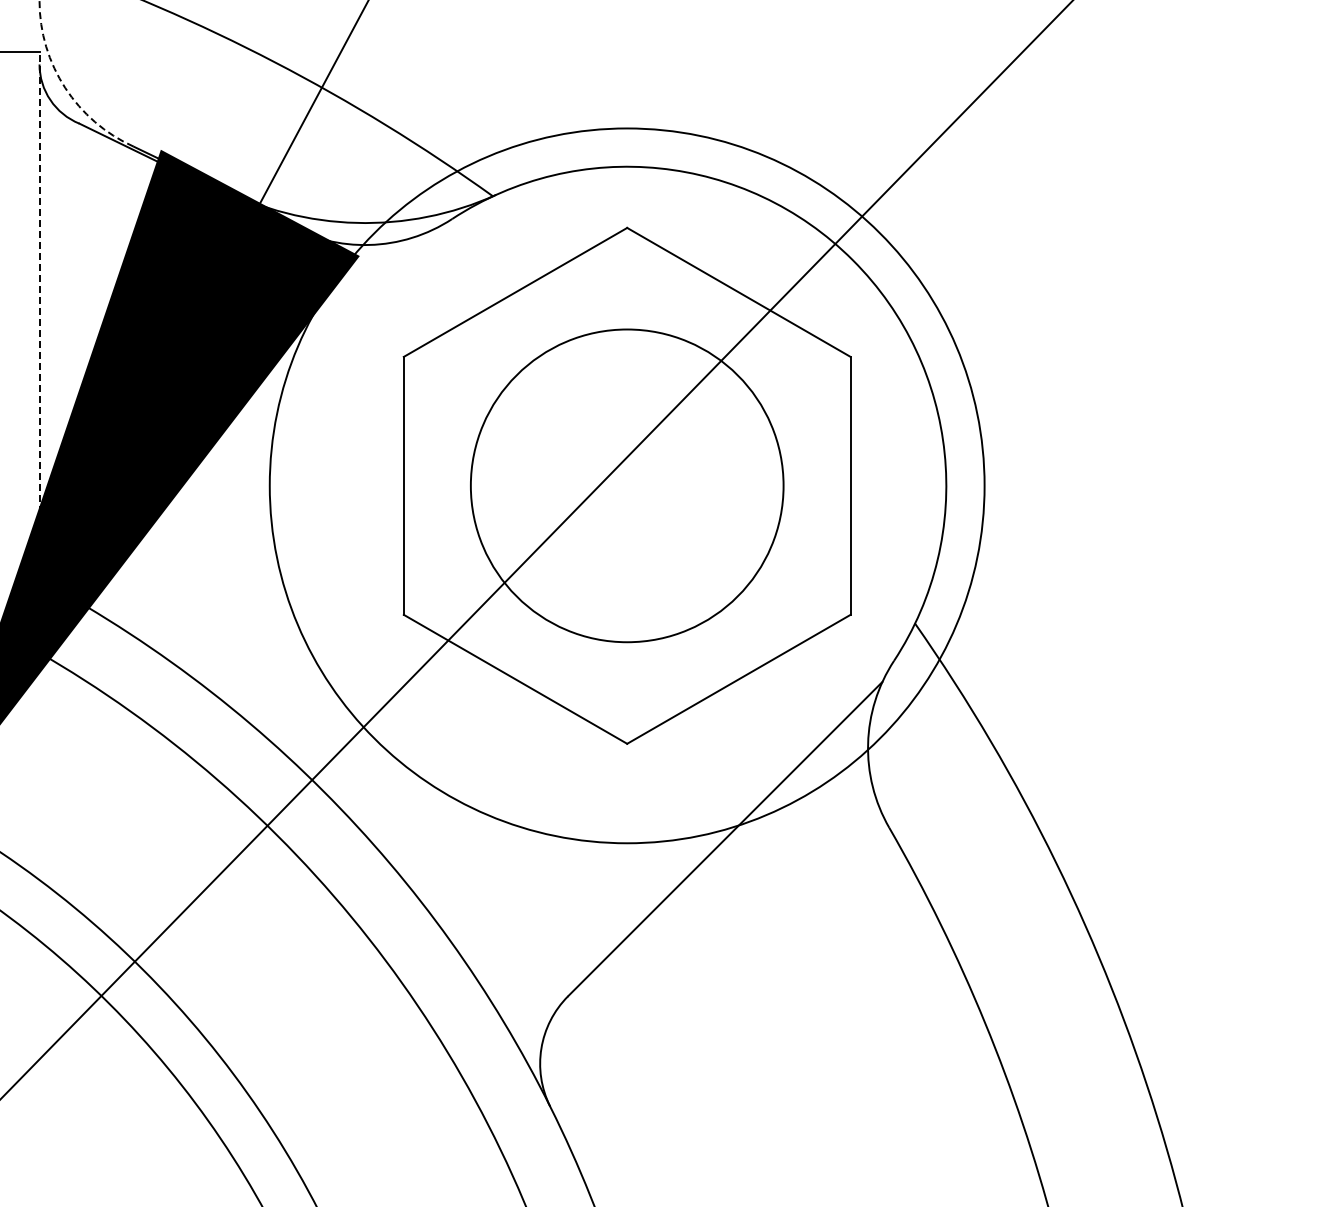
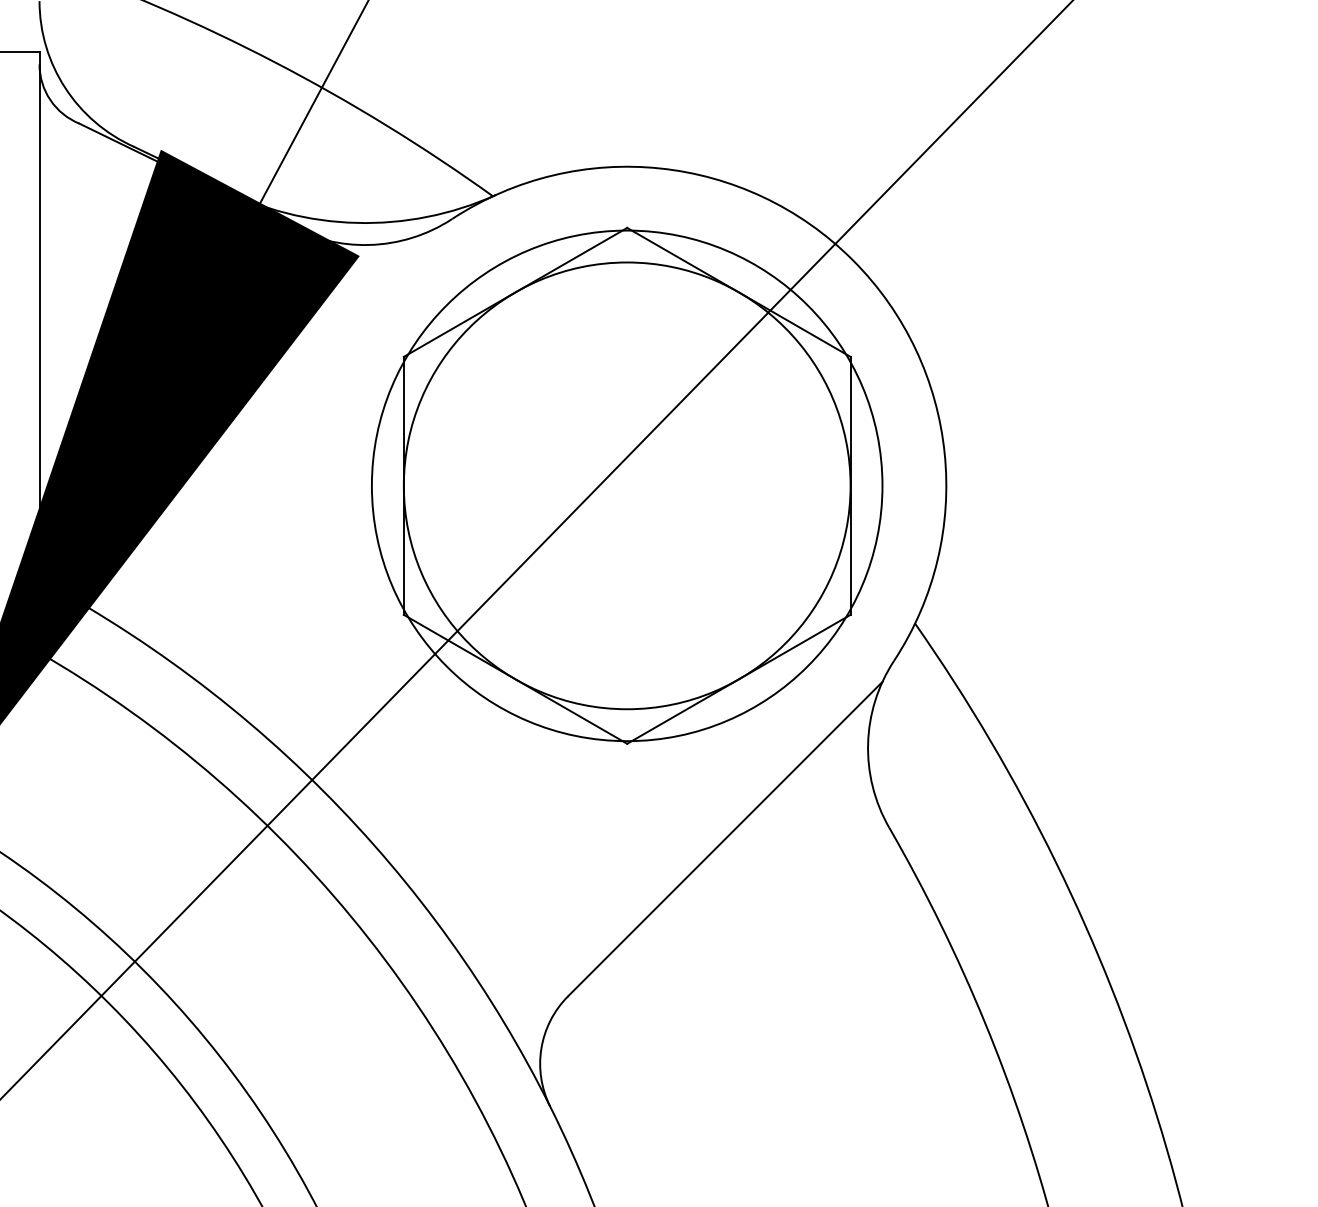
arc at (65, 87): dashed -> solid
line at (39, 288): dashed -> solid
circle at (626, 485) diameter: 313 px -> 447 px
circle at (626, 485) diameter: 715 px -> 511 px
